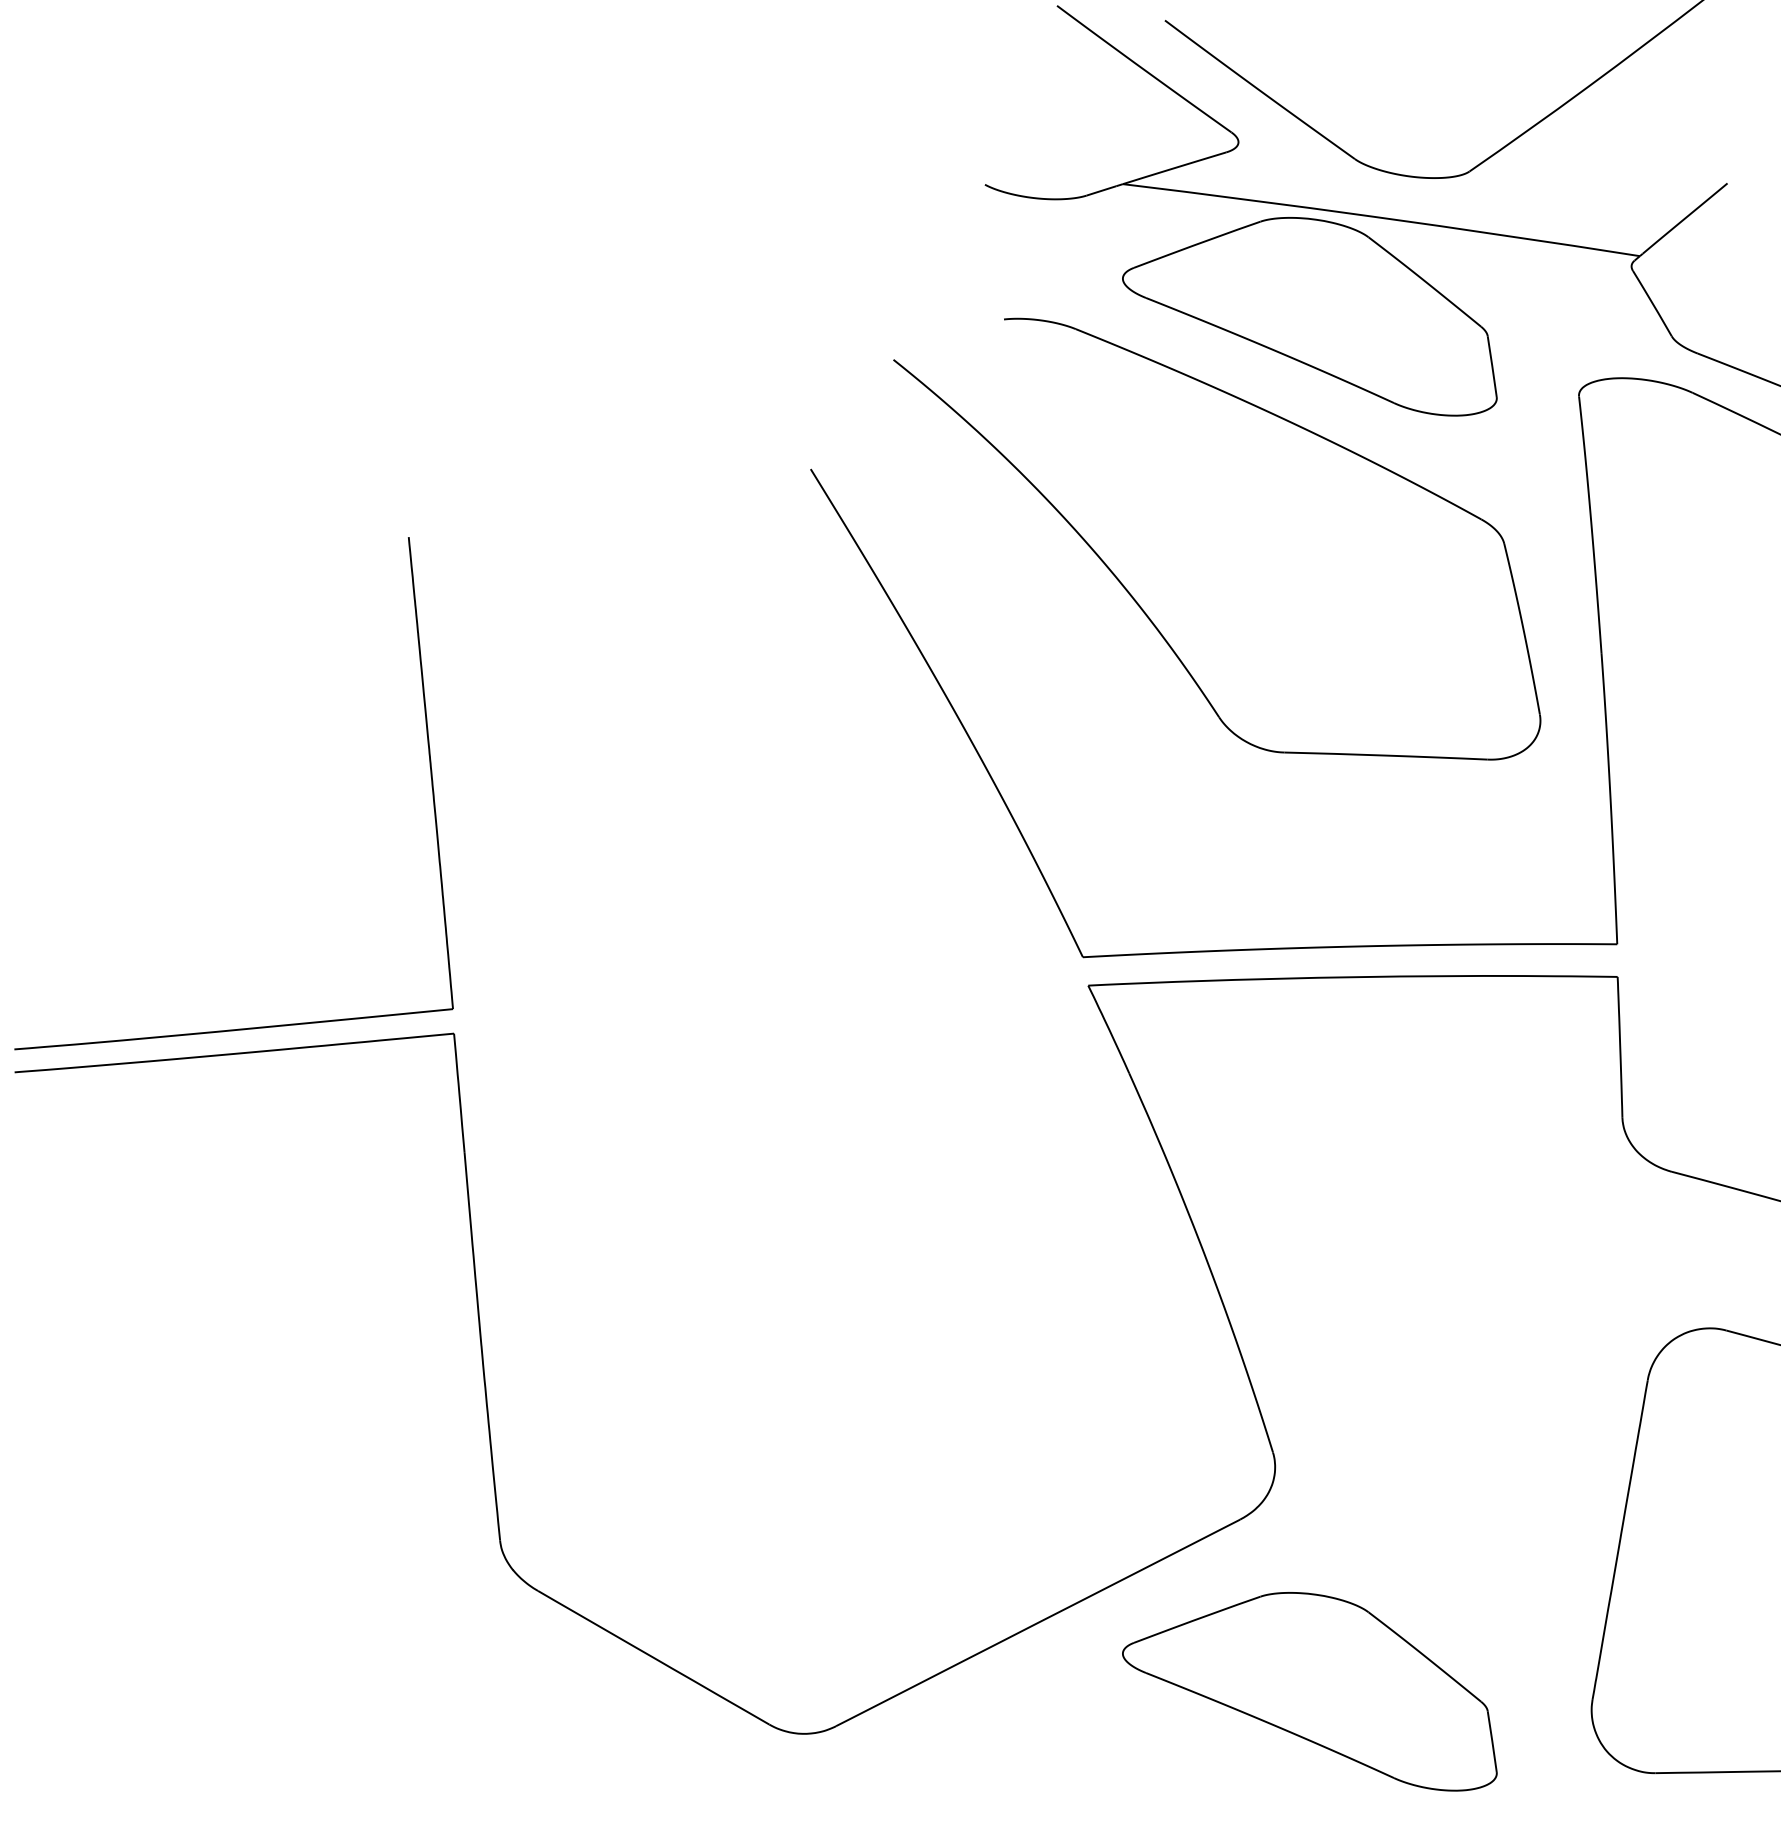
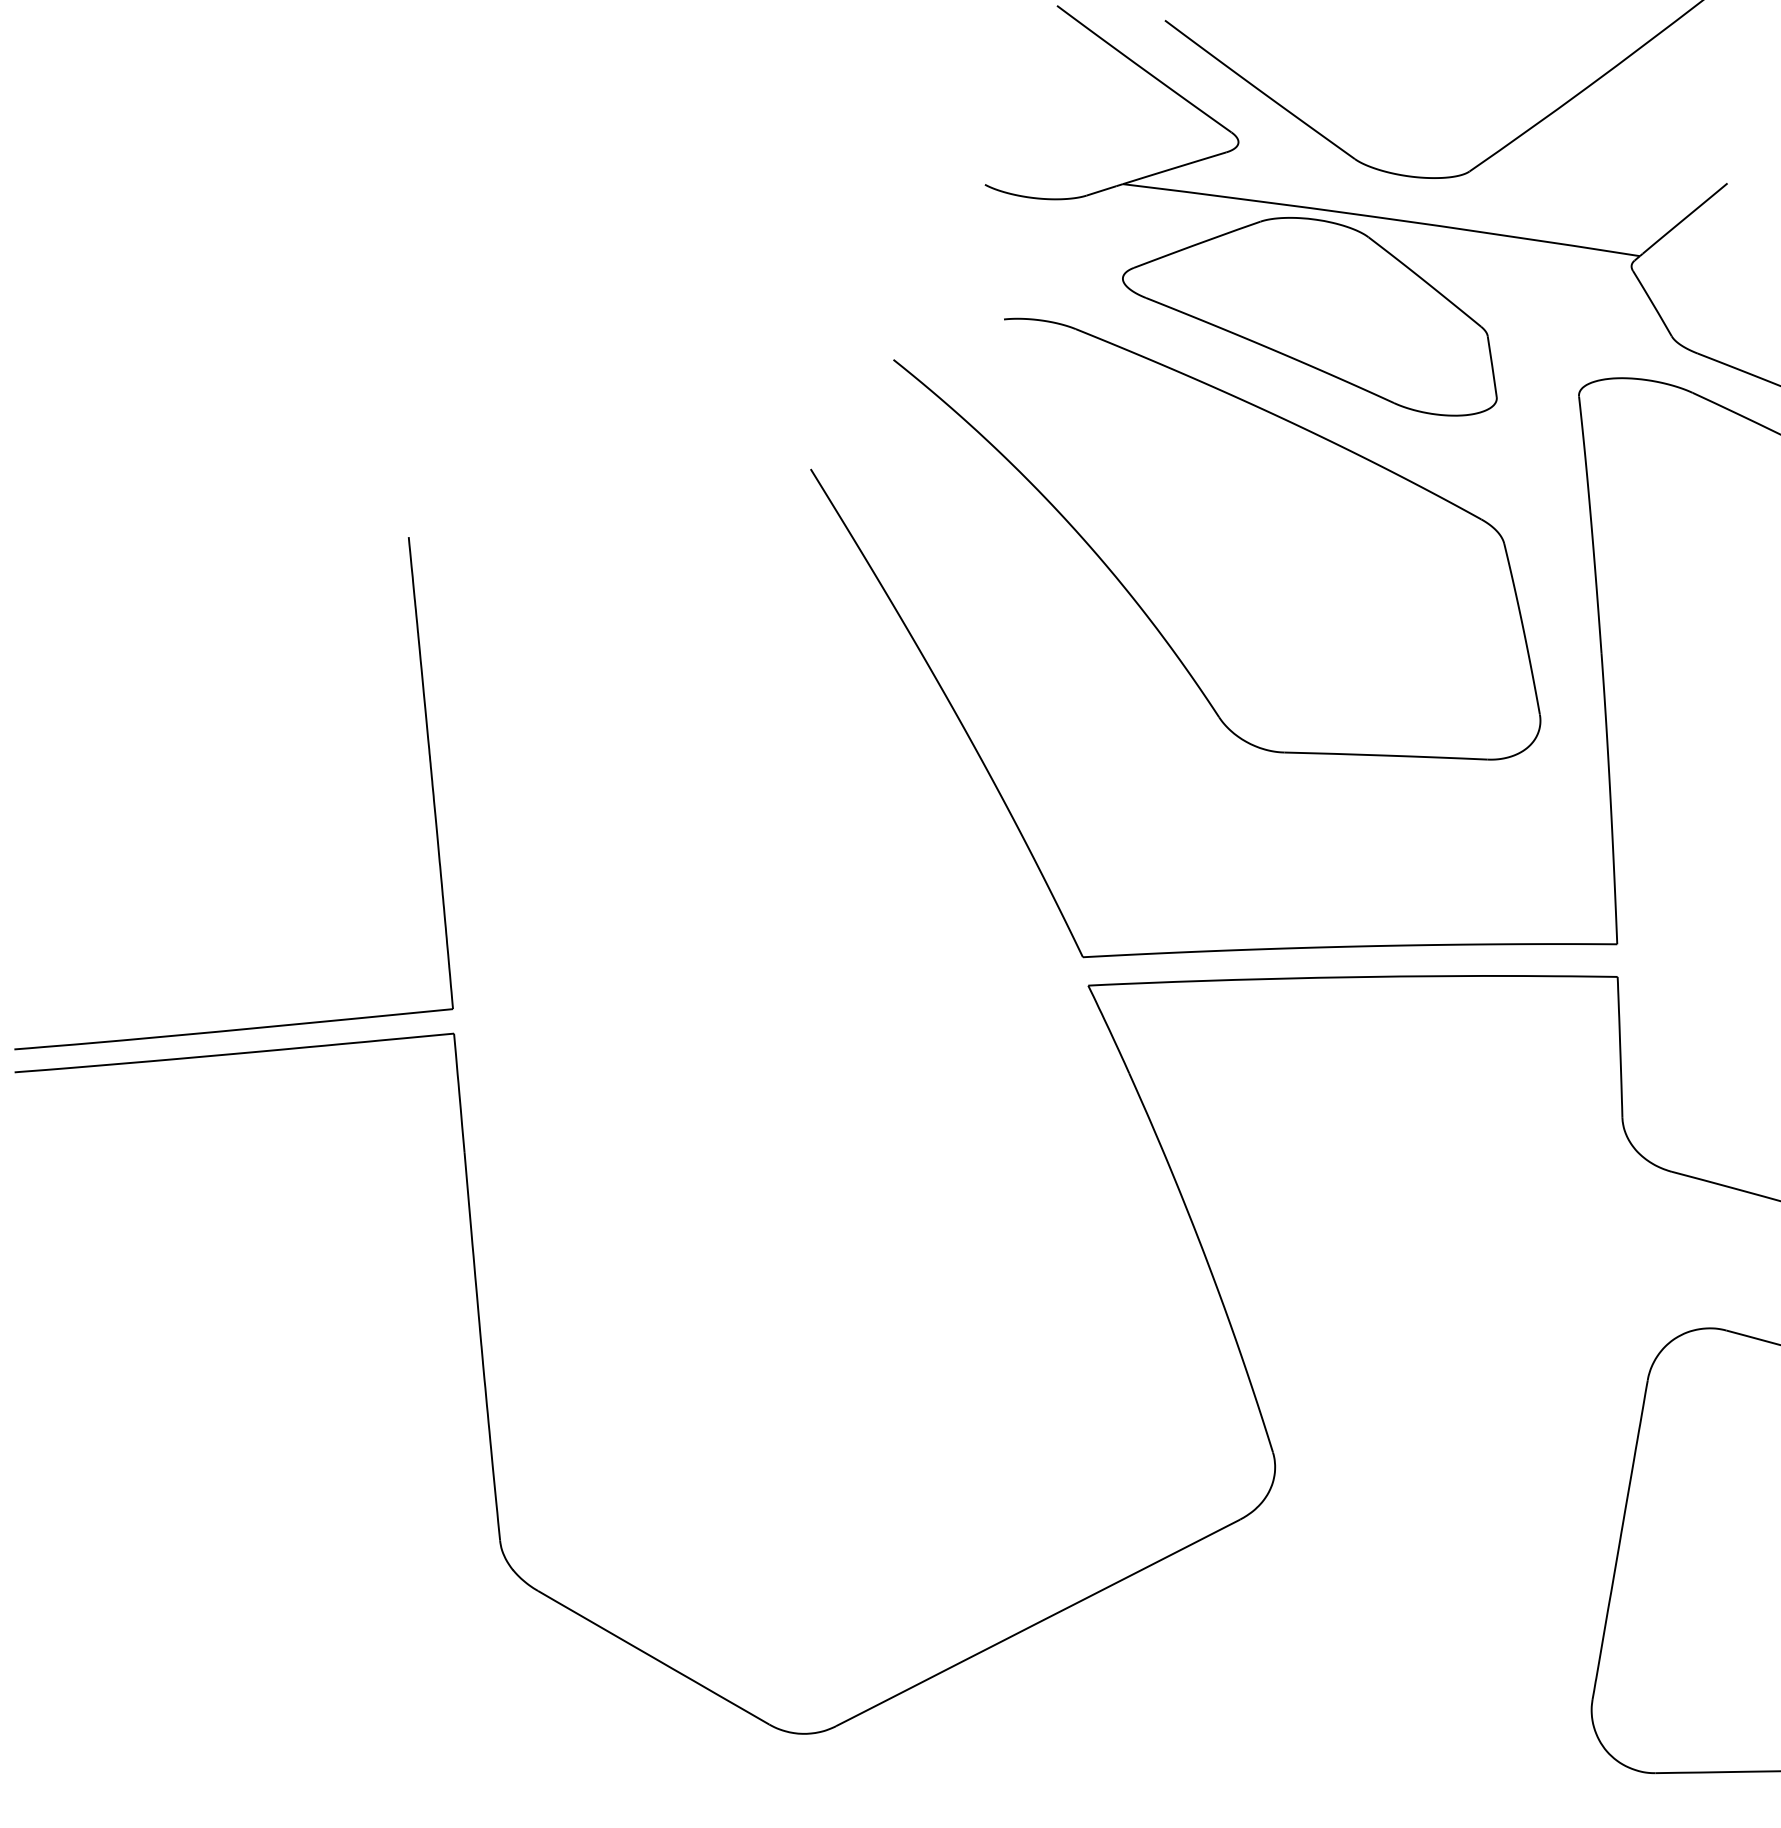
part at (1309, 1691): present -> none
